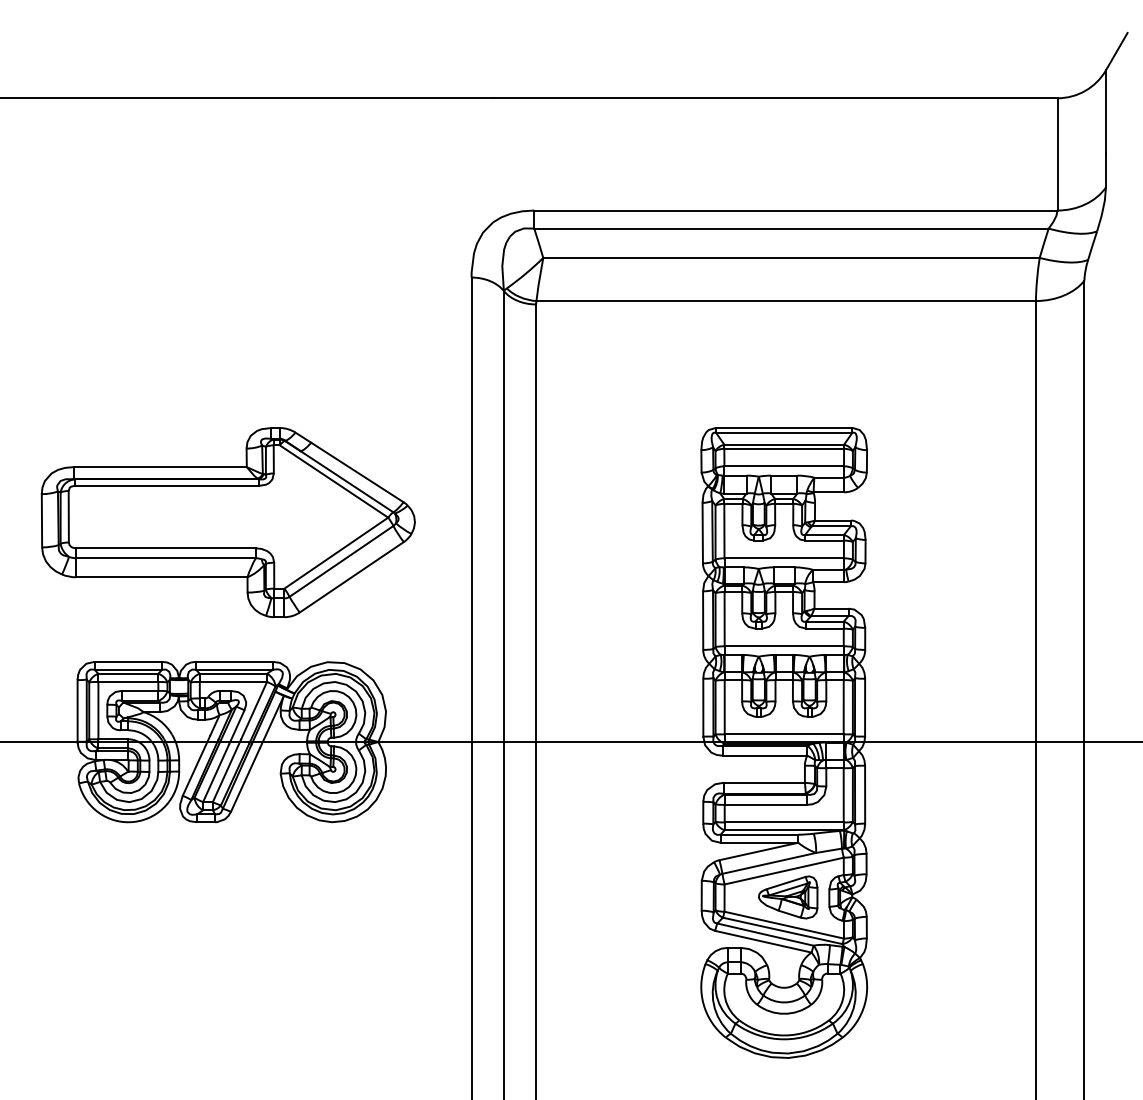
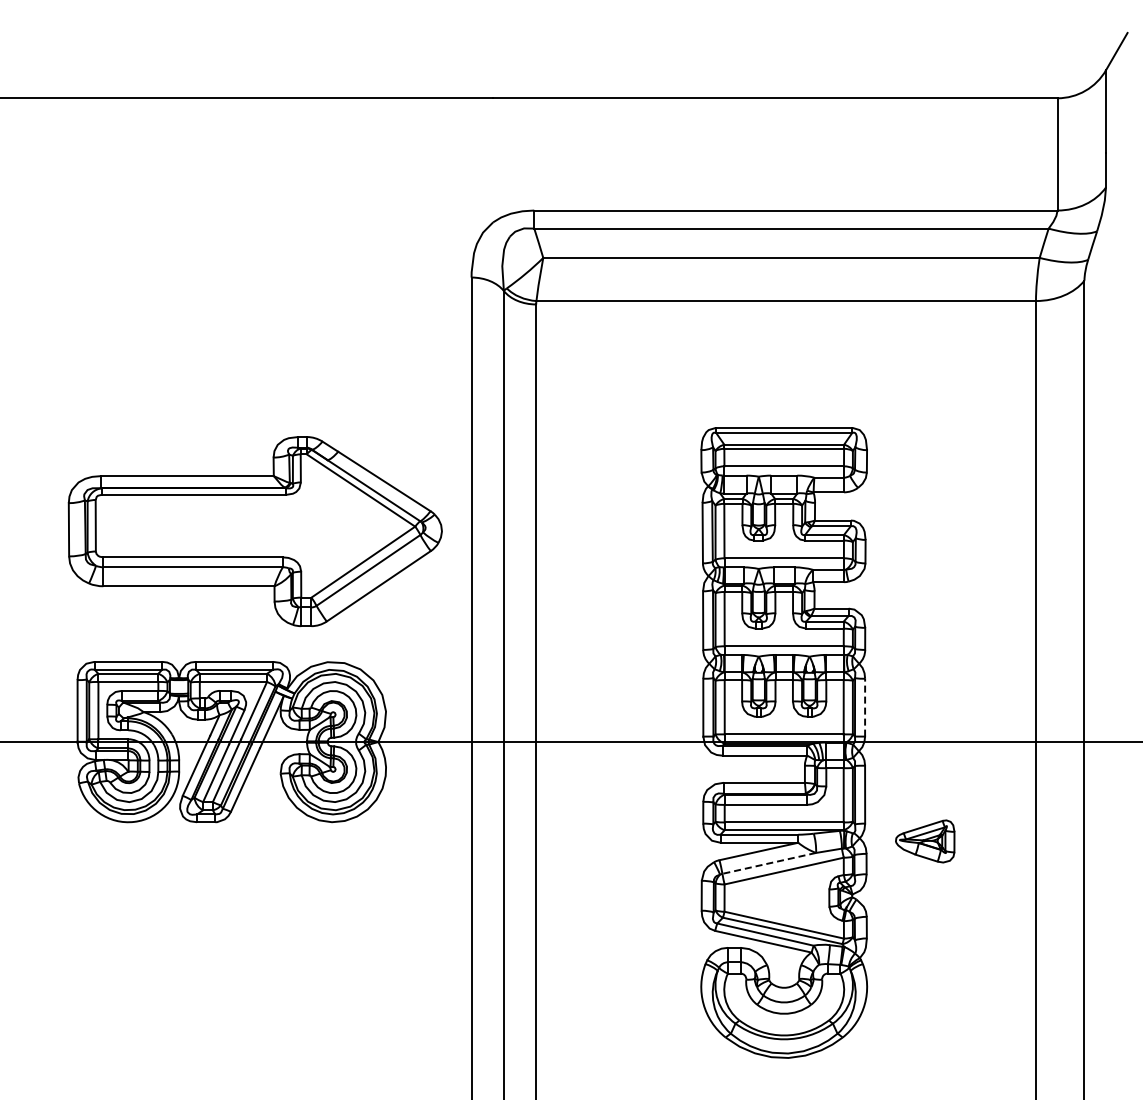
part at (227, 522) position: (227, 522) -> (254, 531)
line at (865, 707): solid -> dashed
line at (769, 863): solid -> dashed
part at (788, 897) position: (788, 897) -> (925, 841)
